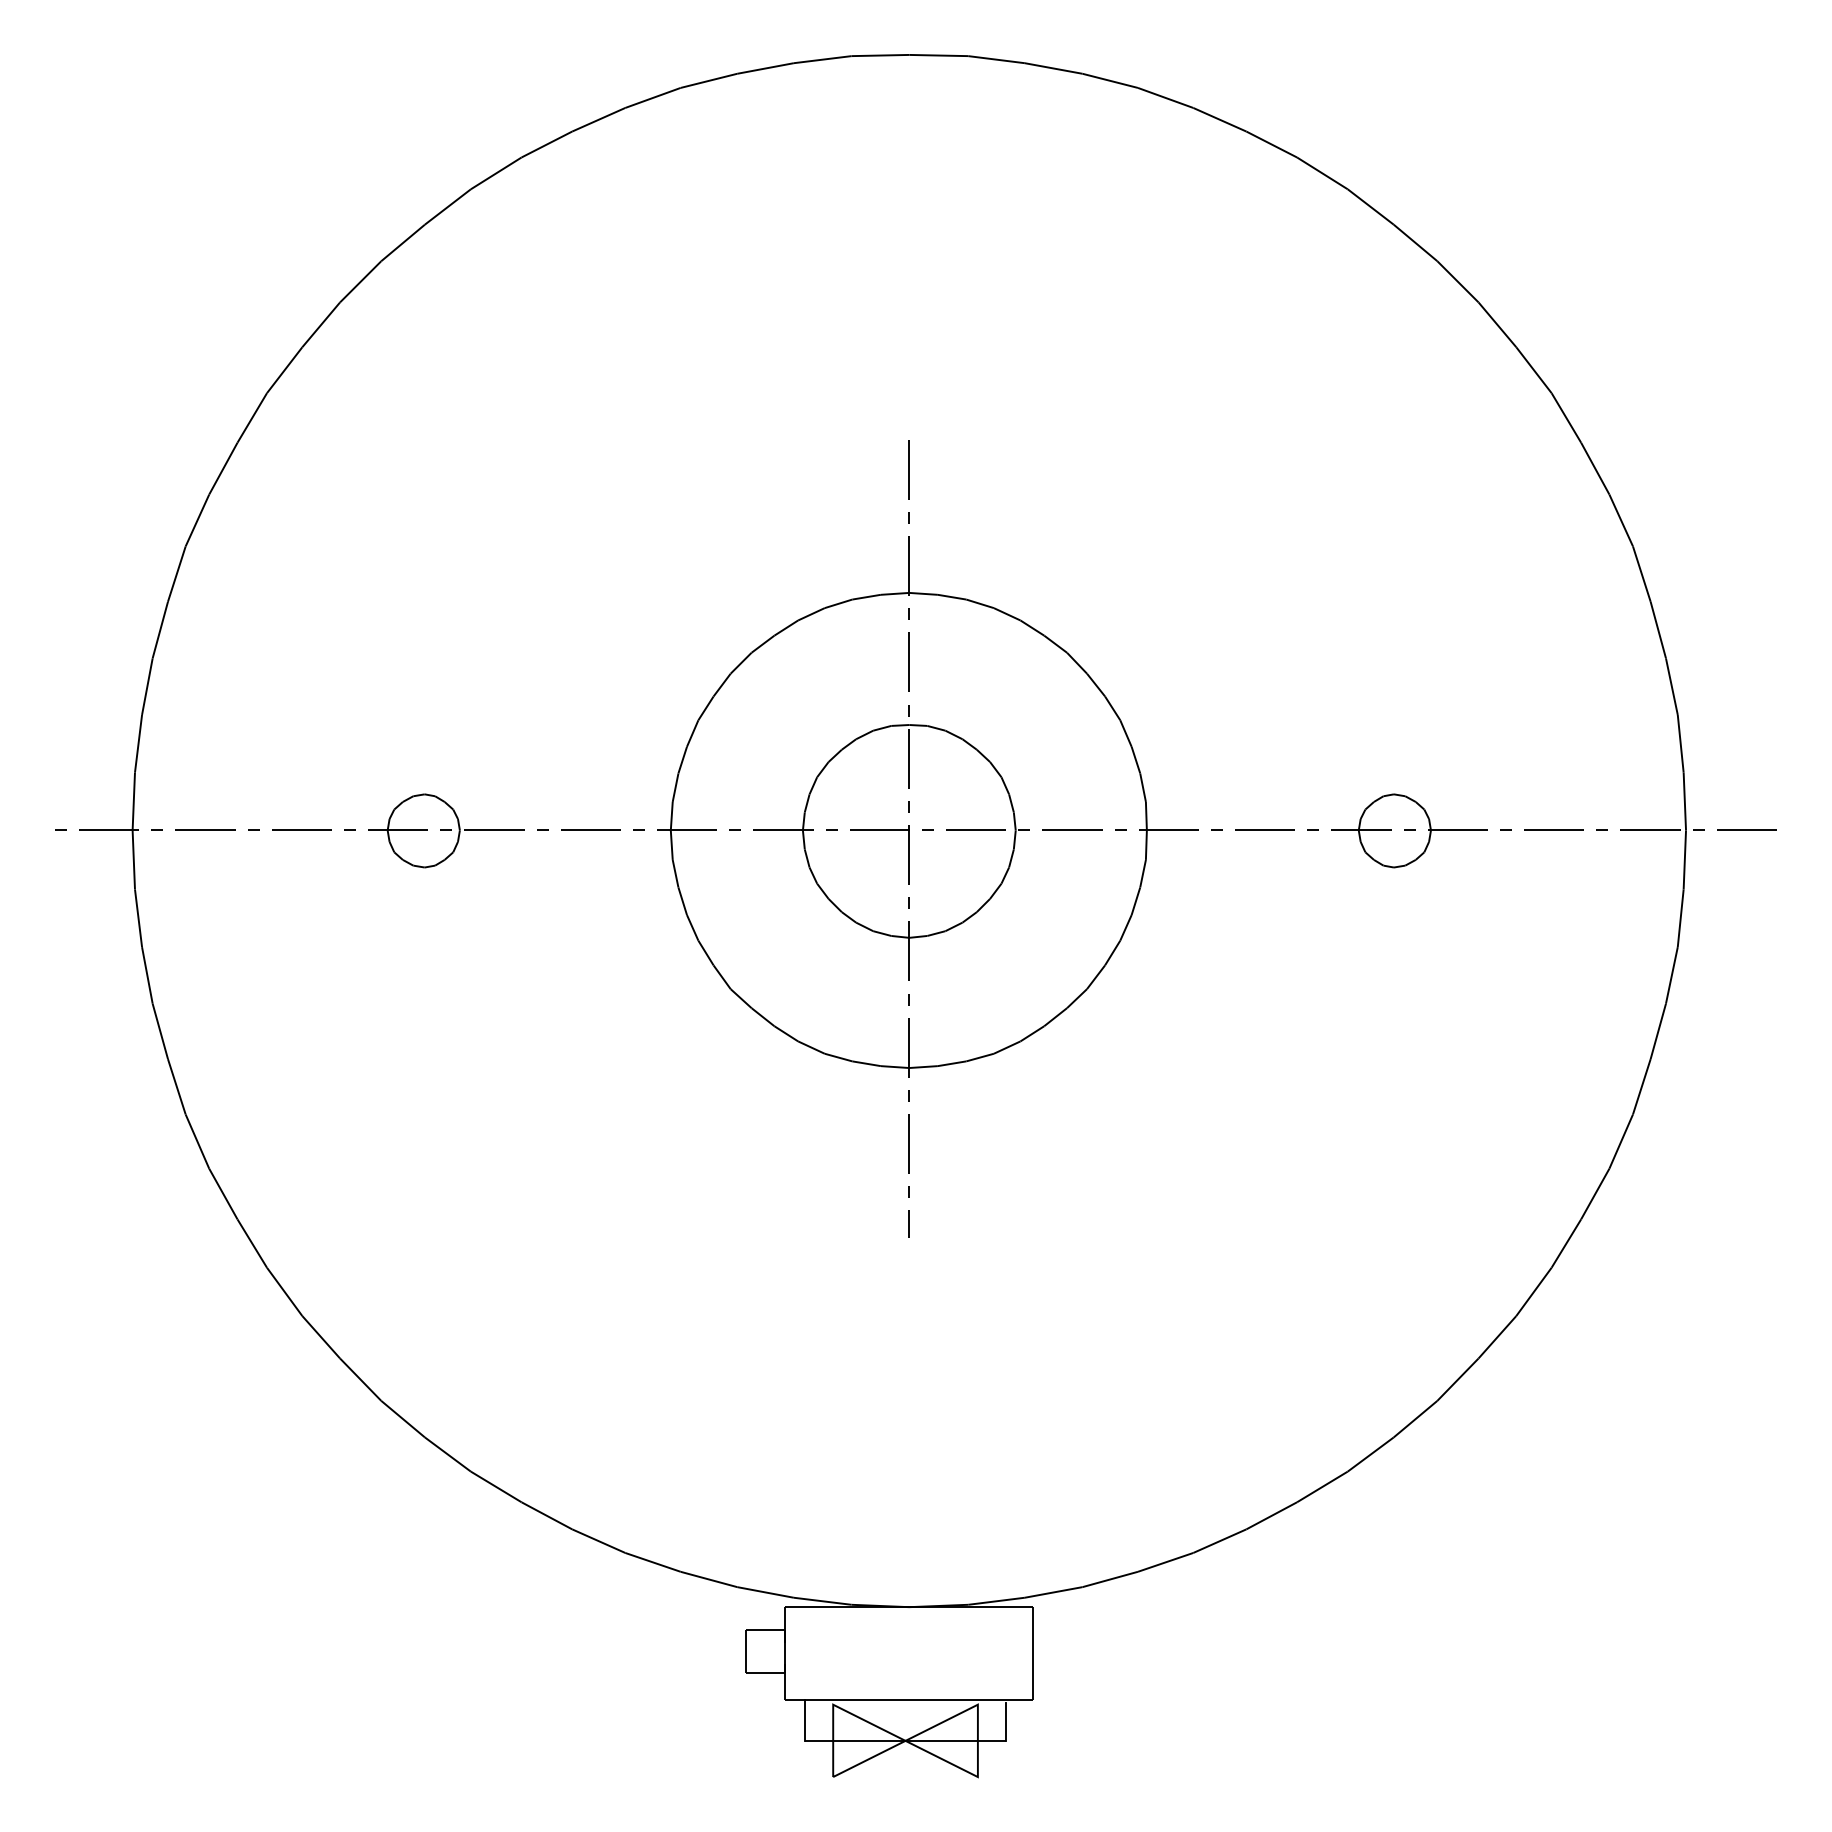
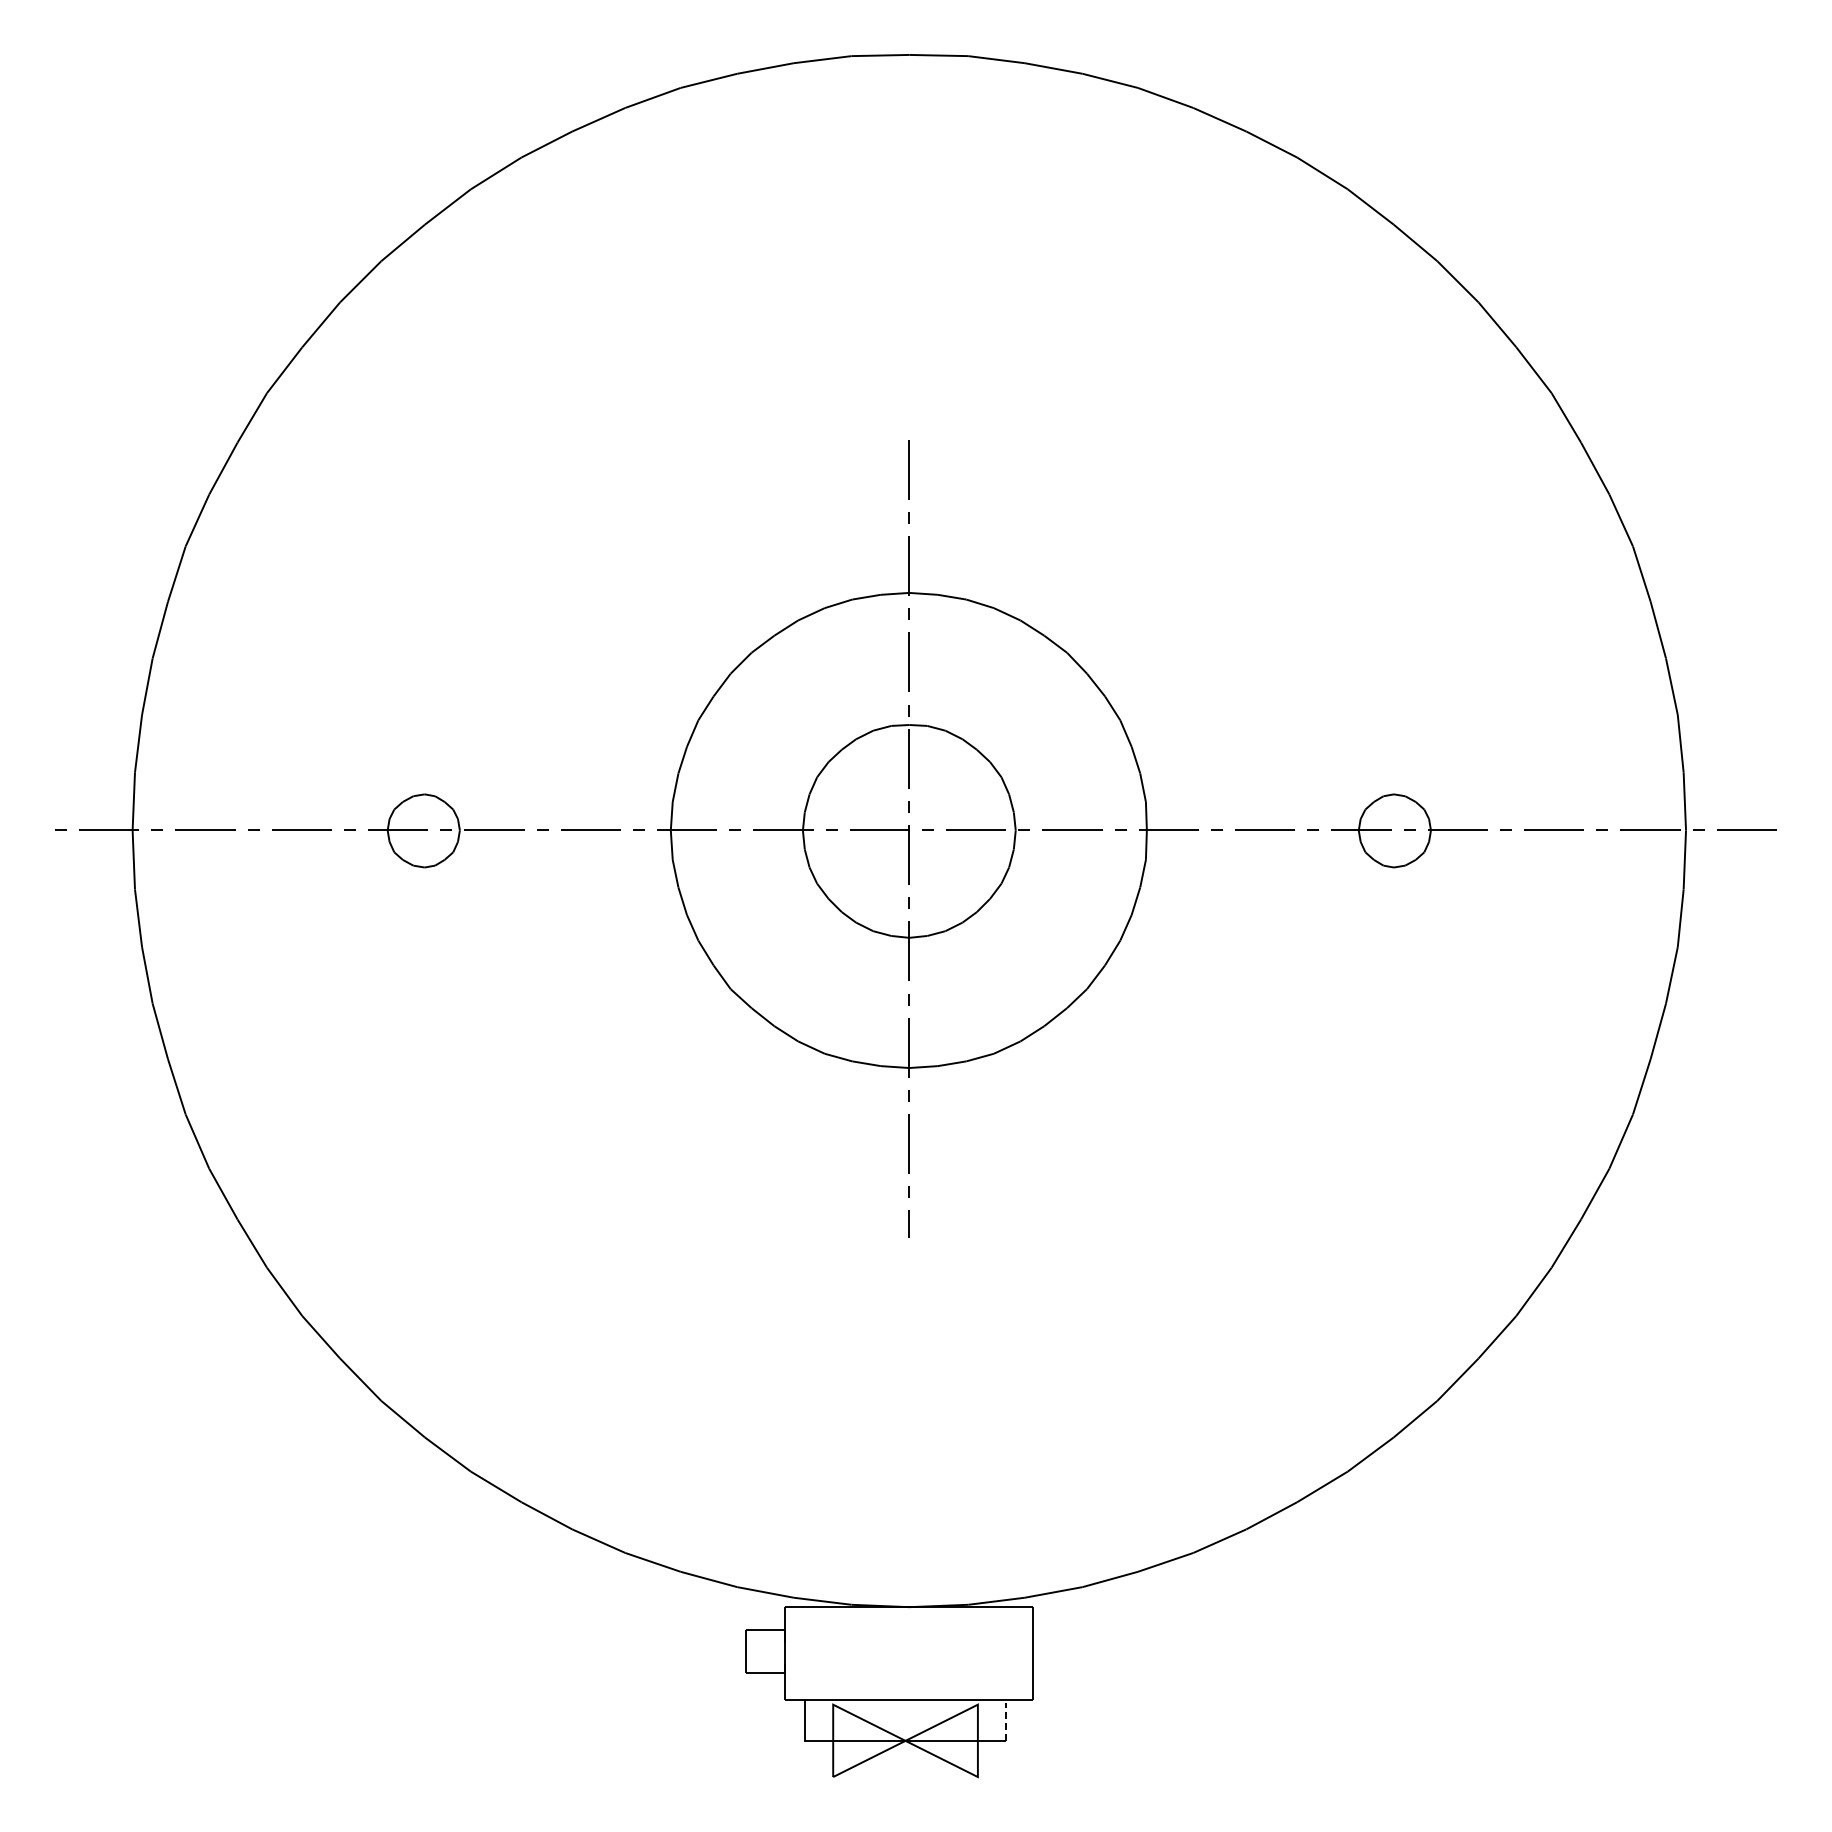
line at (1006, 1721): solid -> dashed
